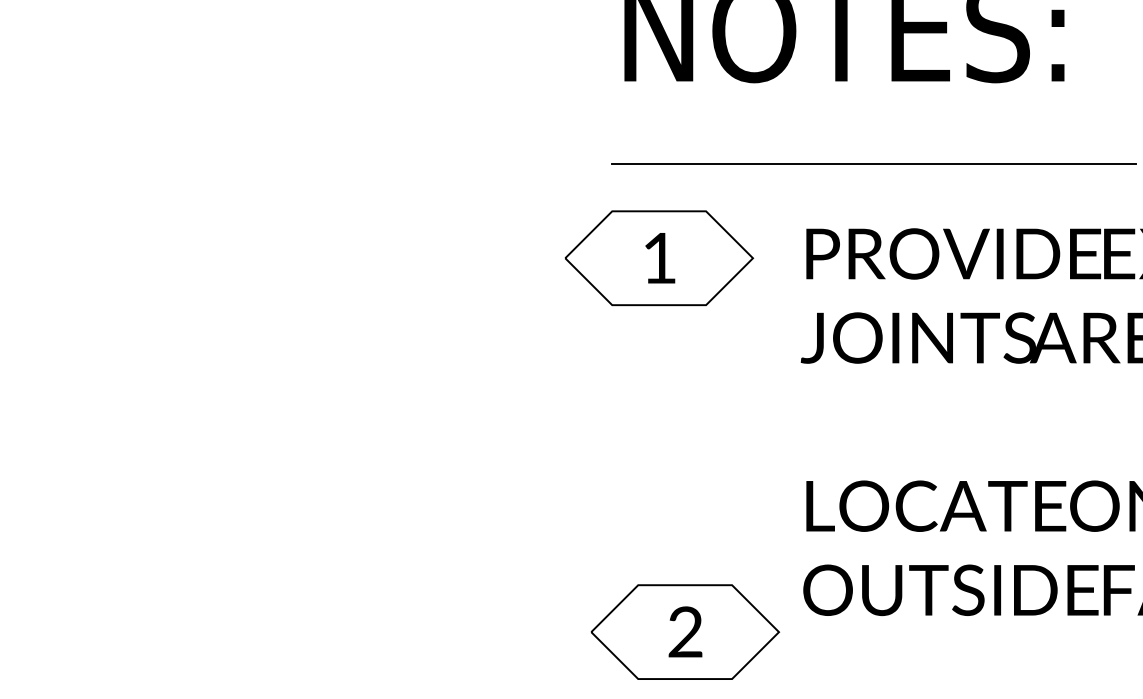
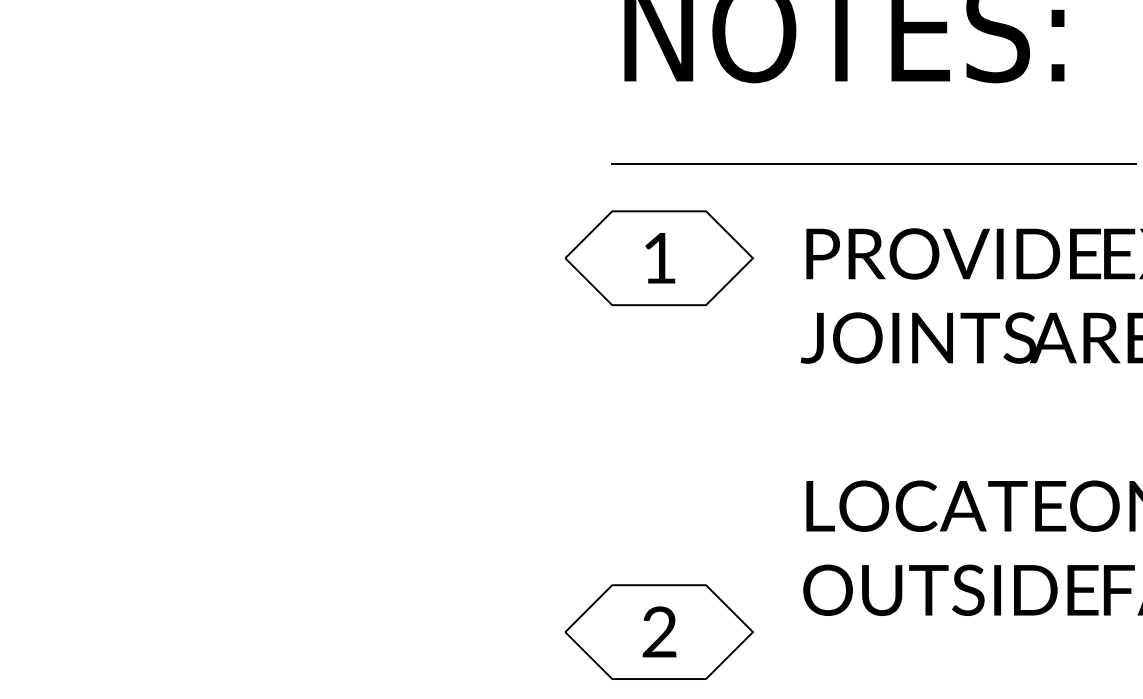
part at (685, 631) position: (685, 631) -> (659, 631)
